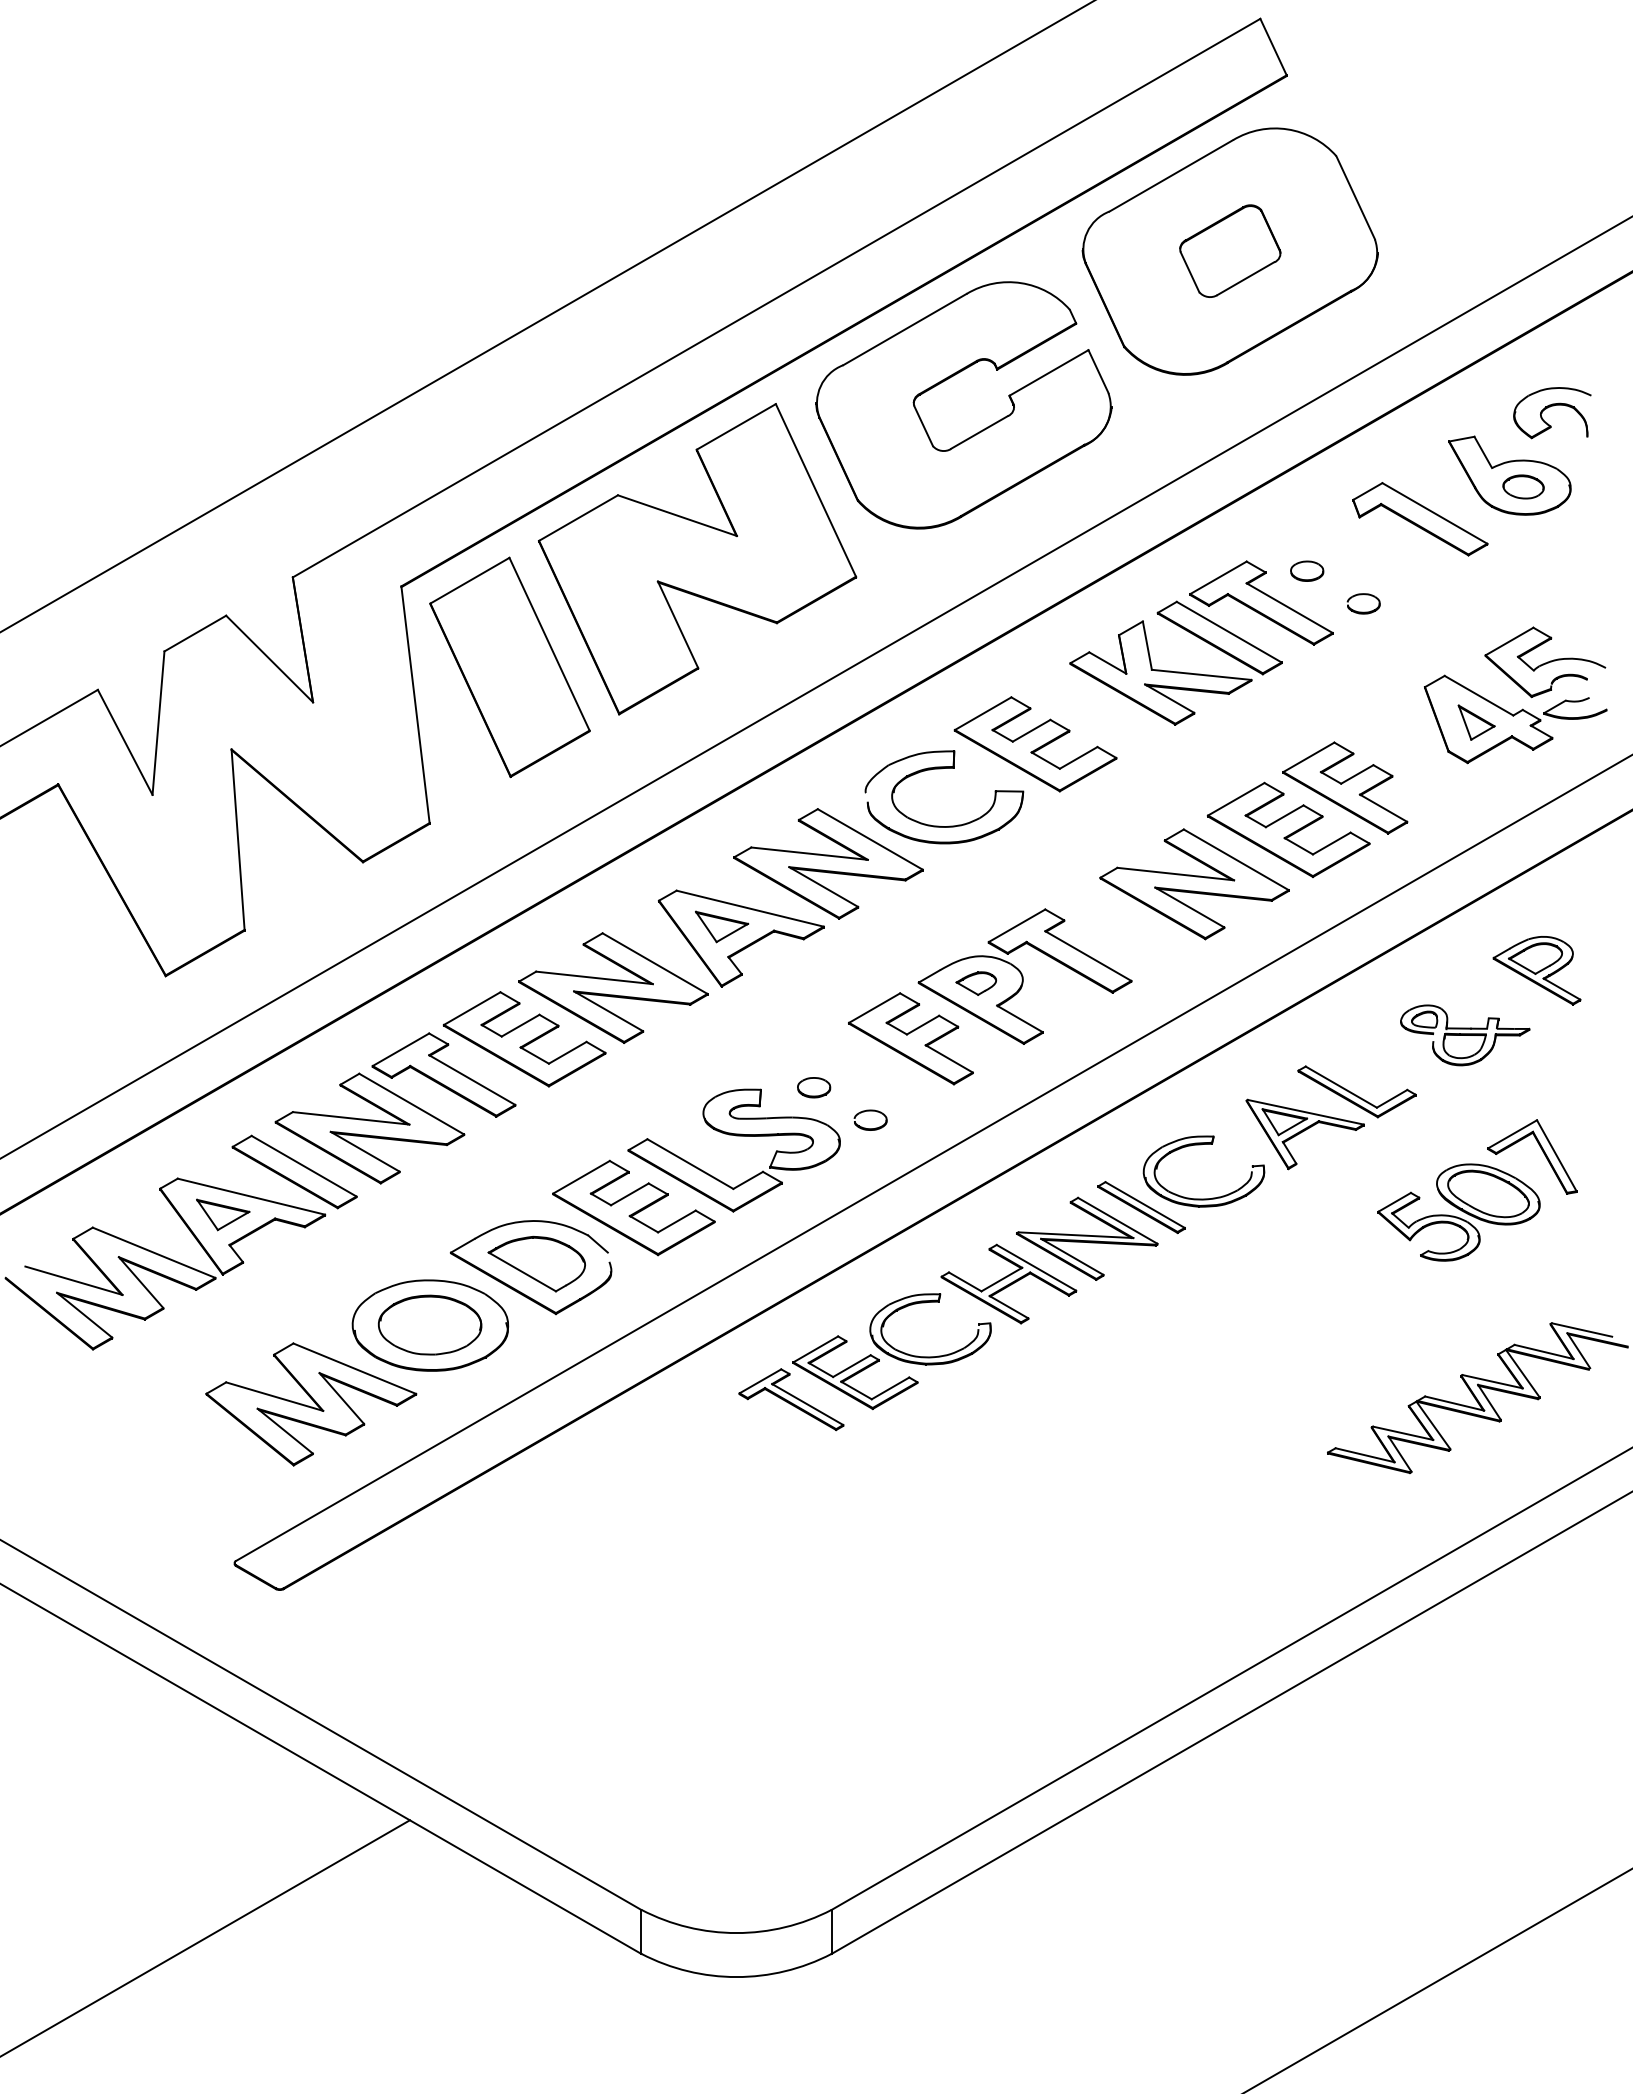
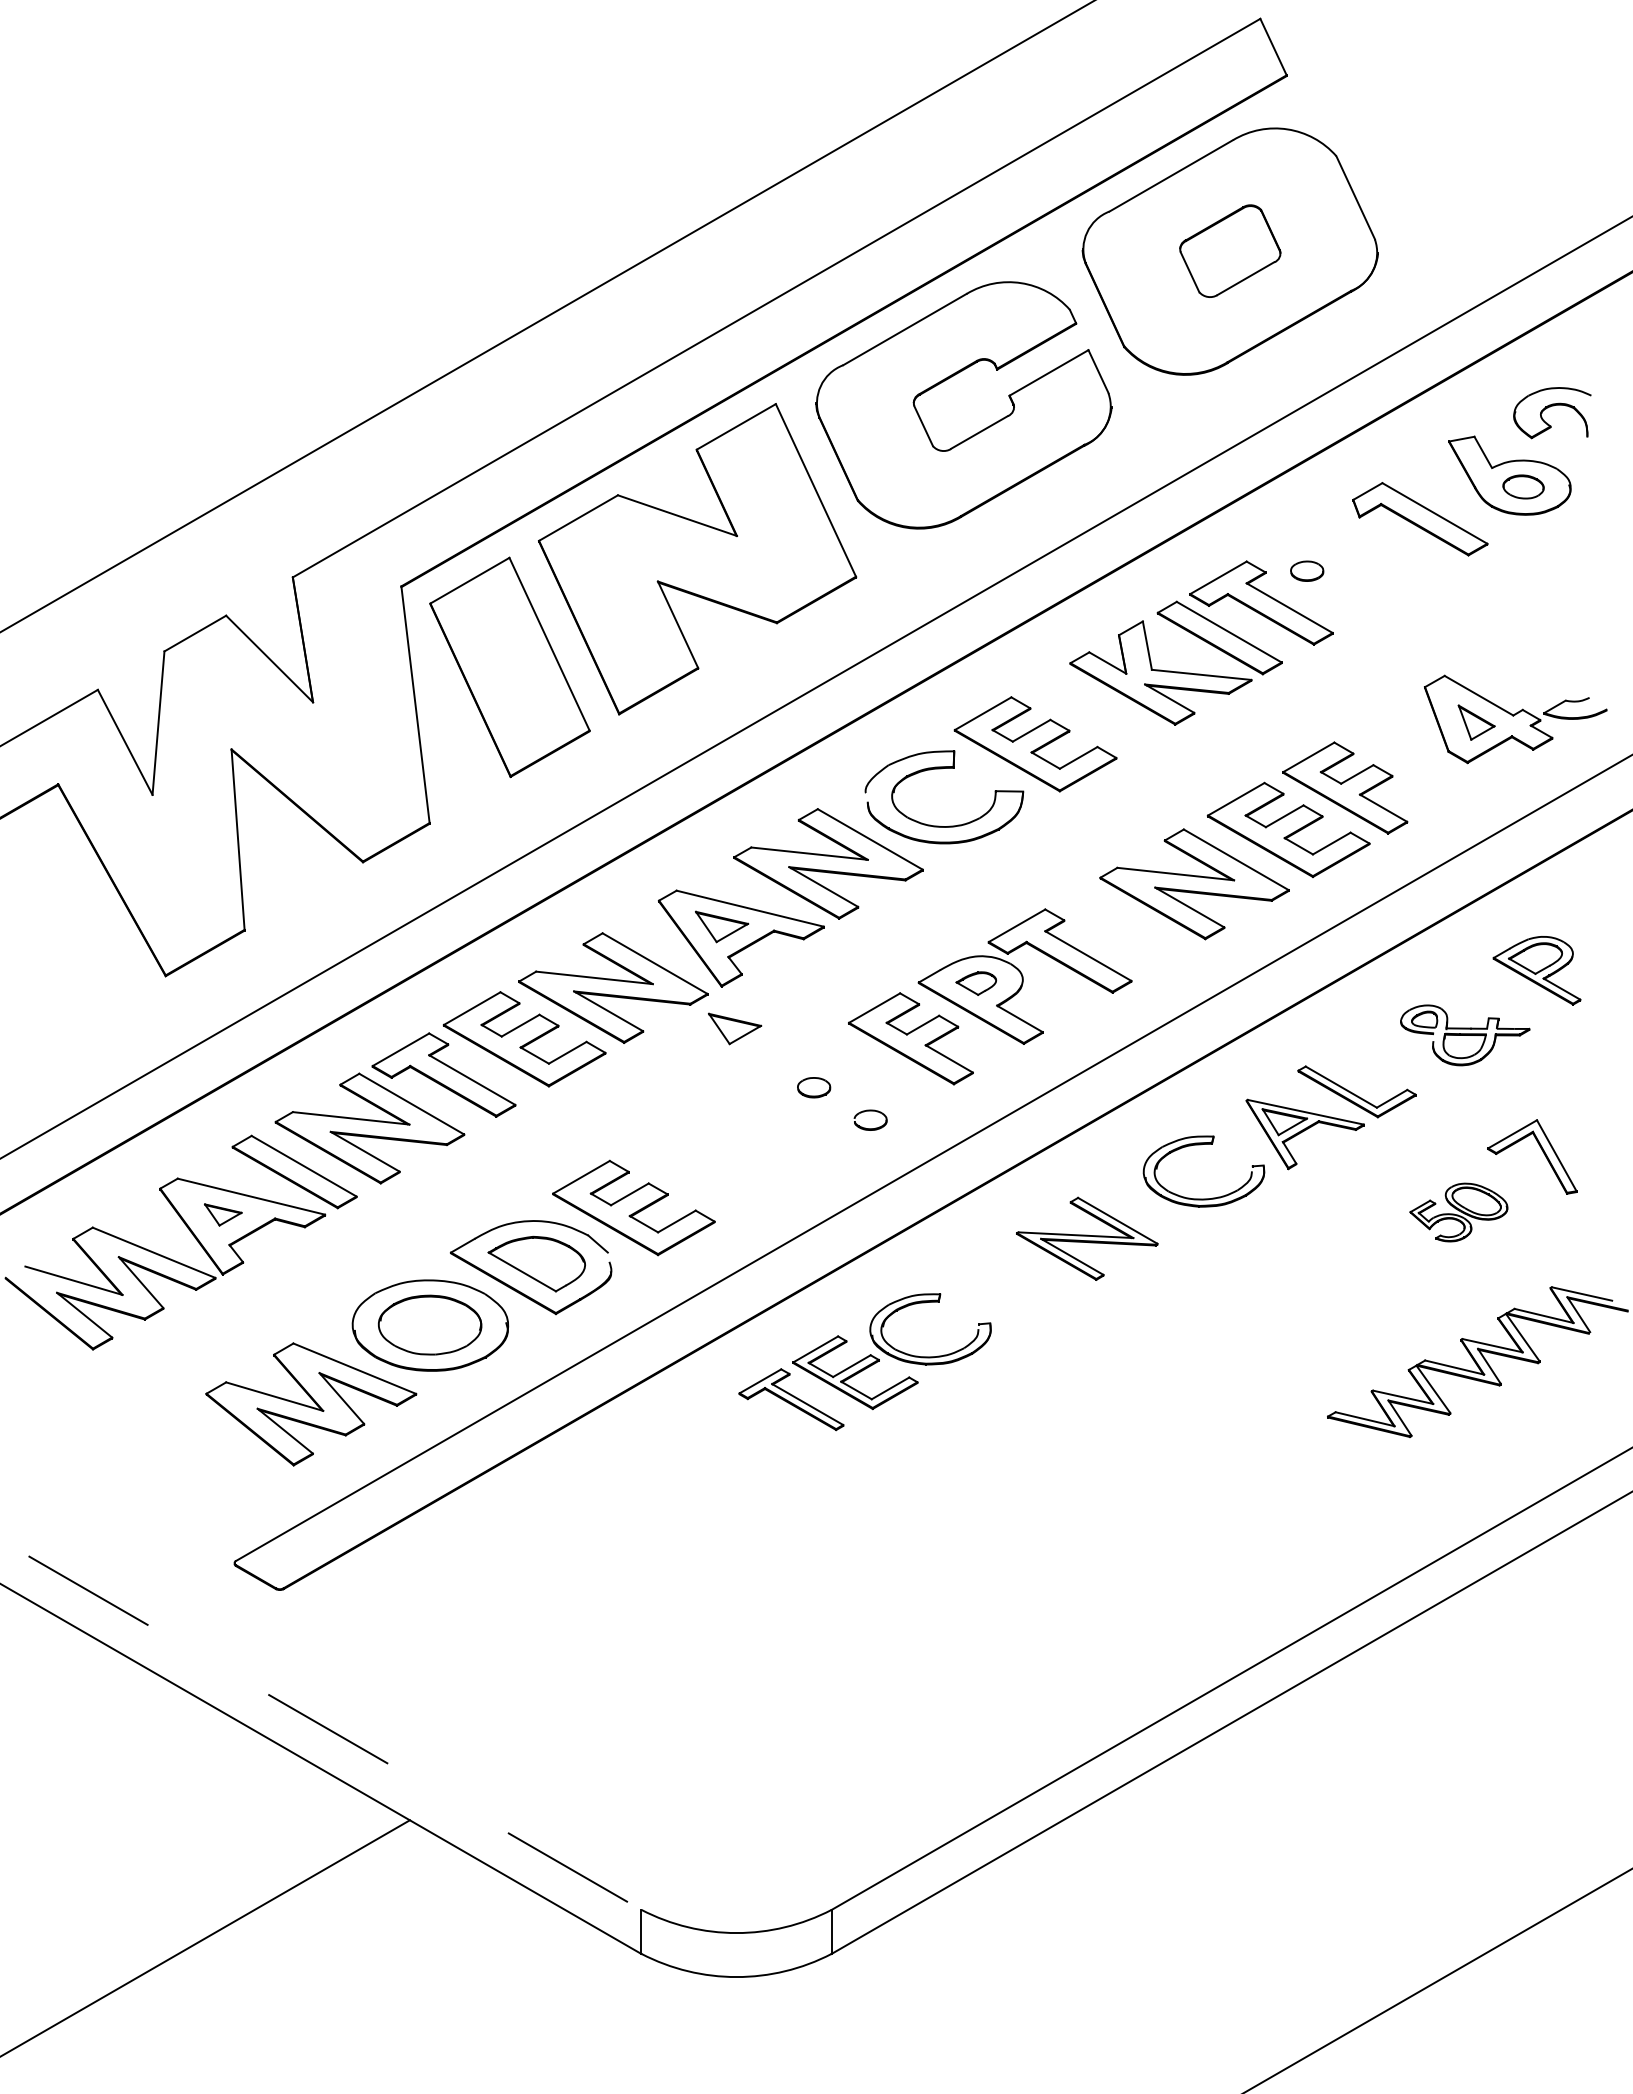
part at (1363, 611): present -> none
part at (1545, 662): present -> none
part at (735, 1028): none -> present
part at (735, 1136): present -> none
part at (1141, 1207): present -> none
part at (1458, 1212) size: 164x99 px -> 100x61 px
part at (223, 1214) size: 55x34 px -> 39x24 px
part at (1008, 1283): present -> none
part at (1477, 1398) position: (1477, 1398) -> (1477, 1362)
line at (320, 1724): solid -> dashed
